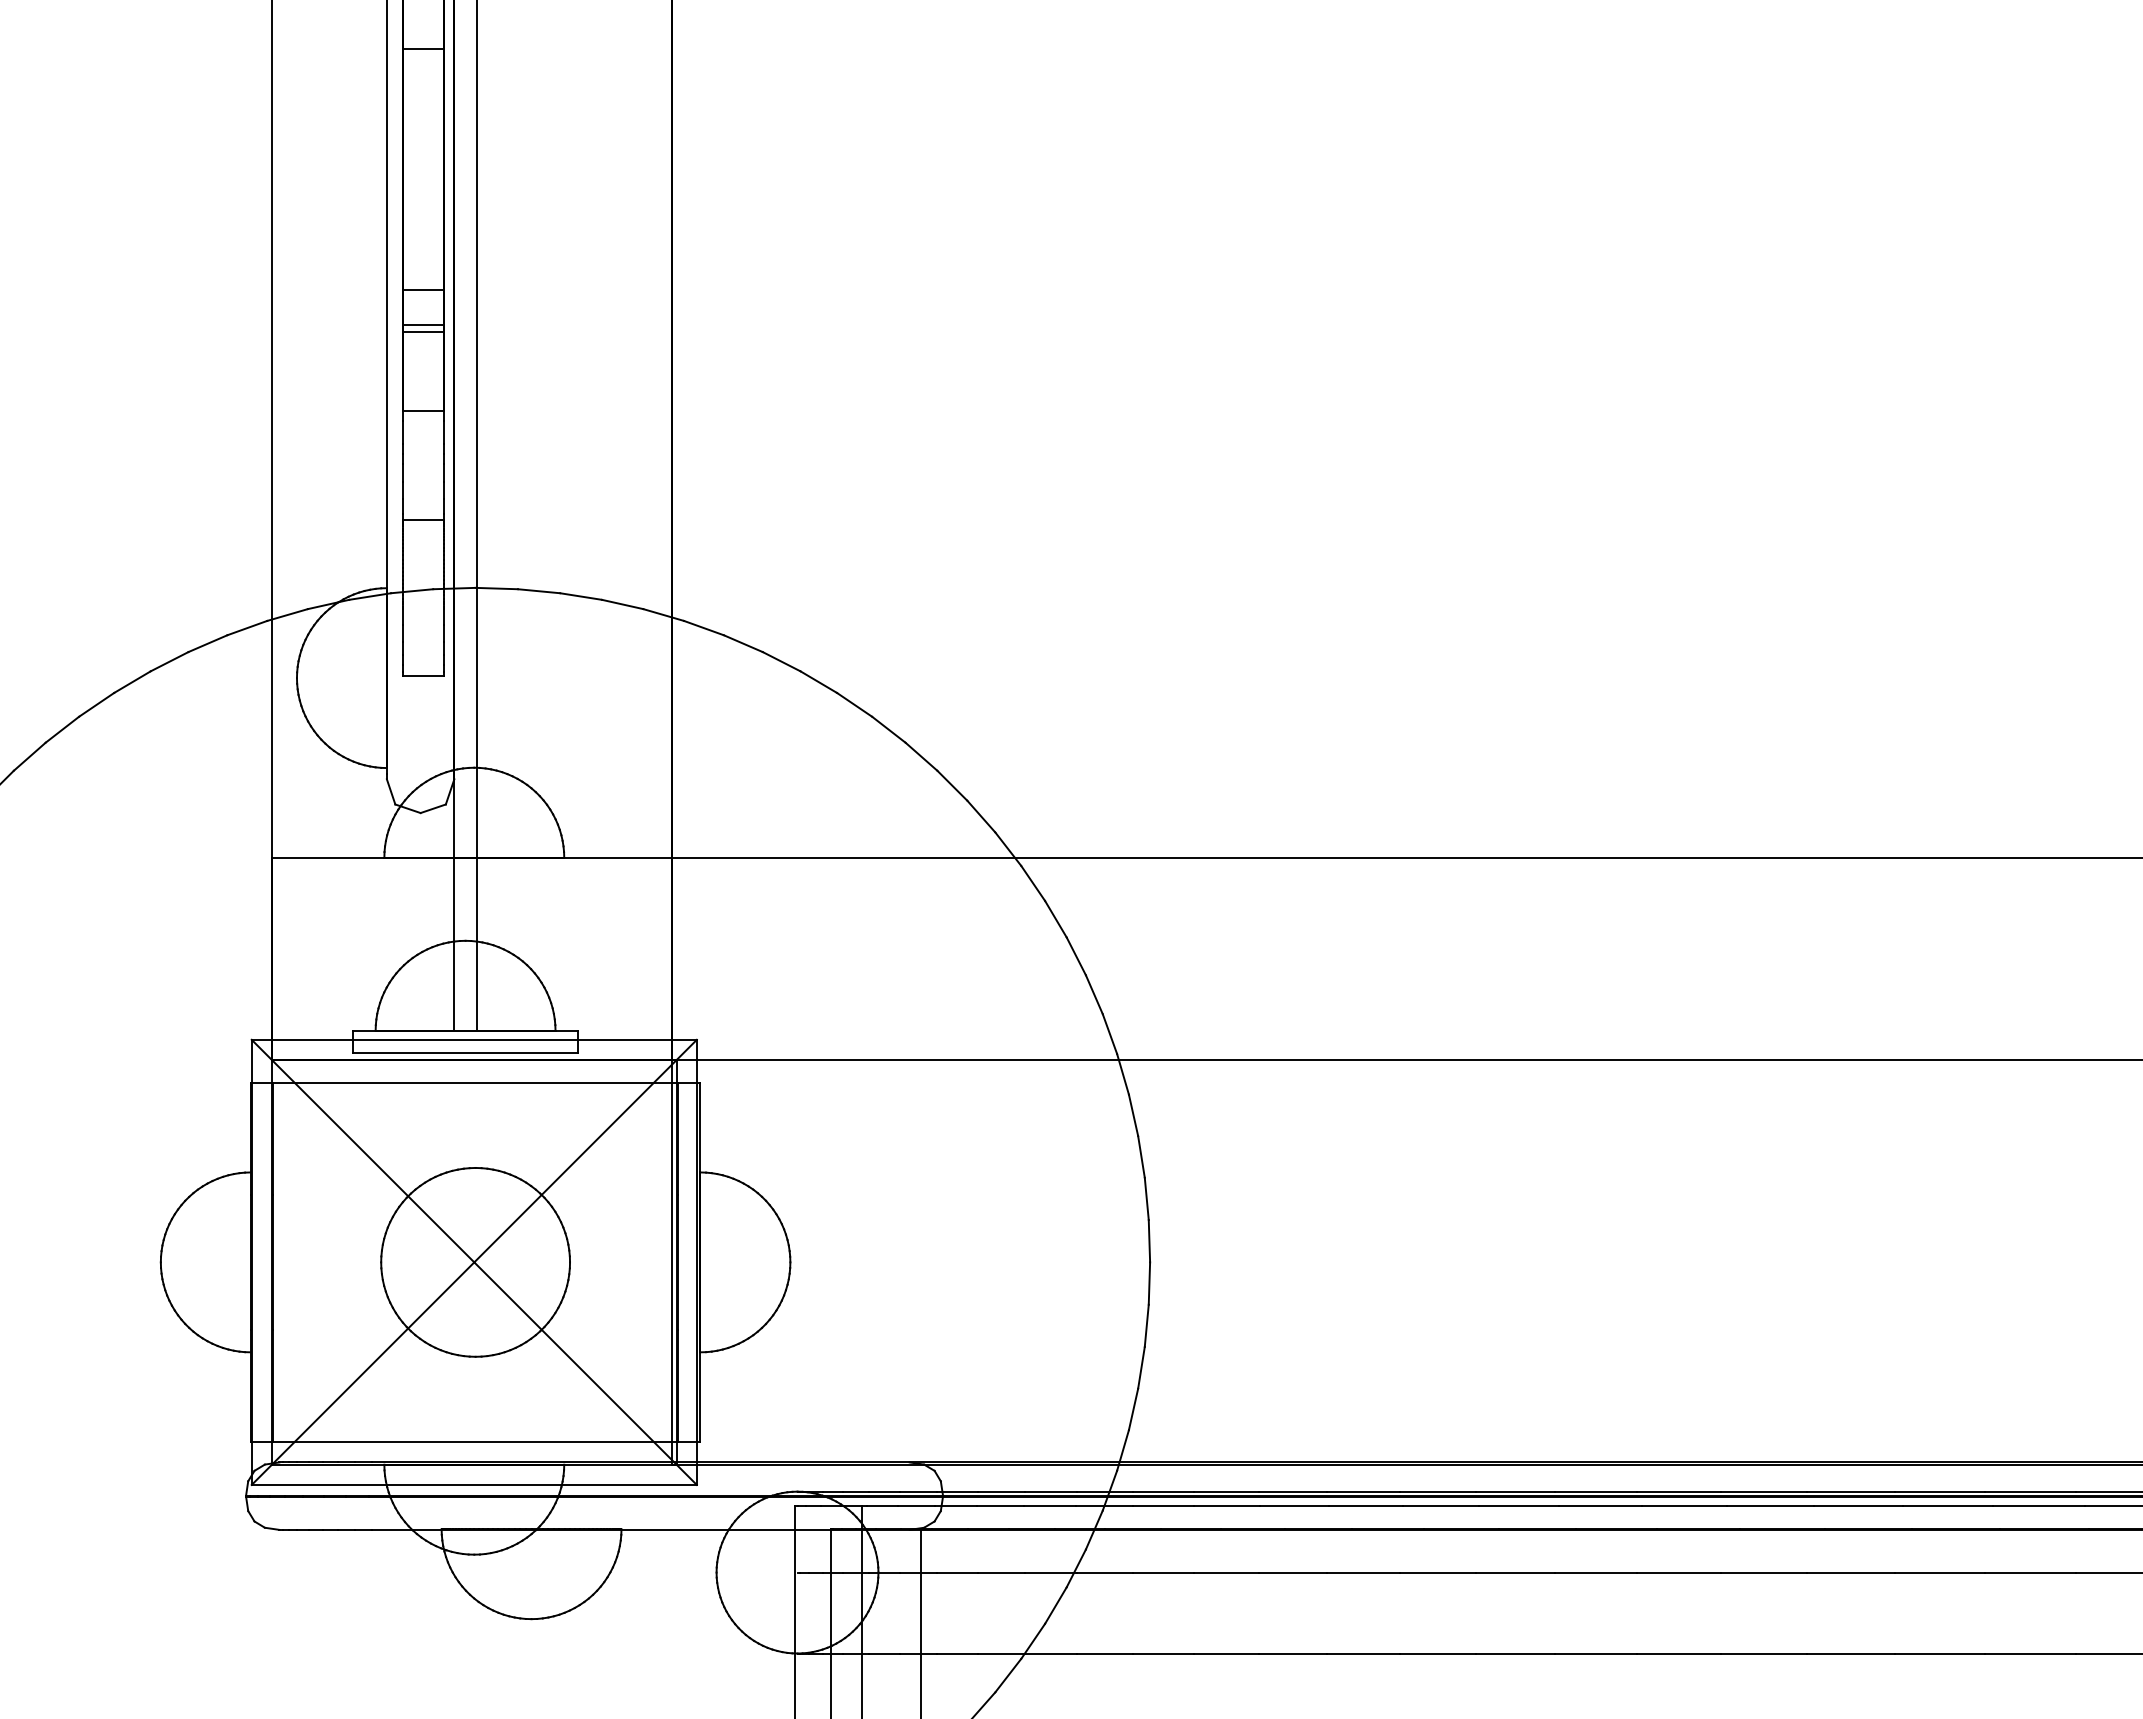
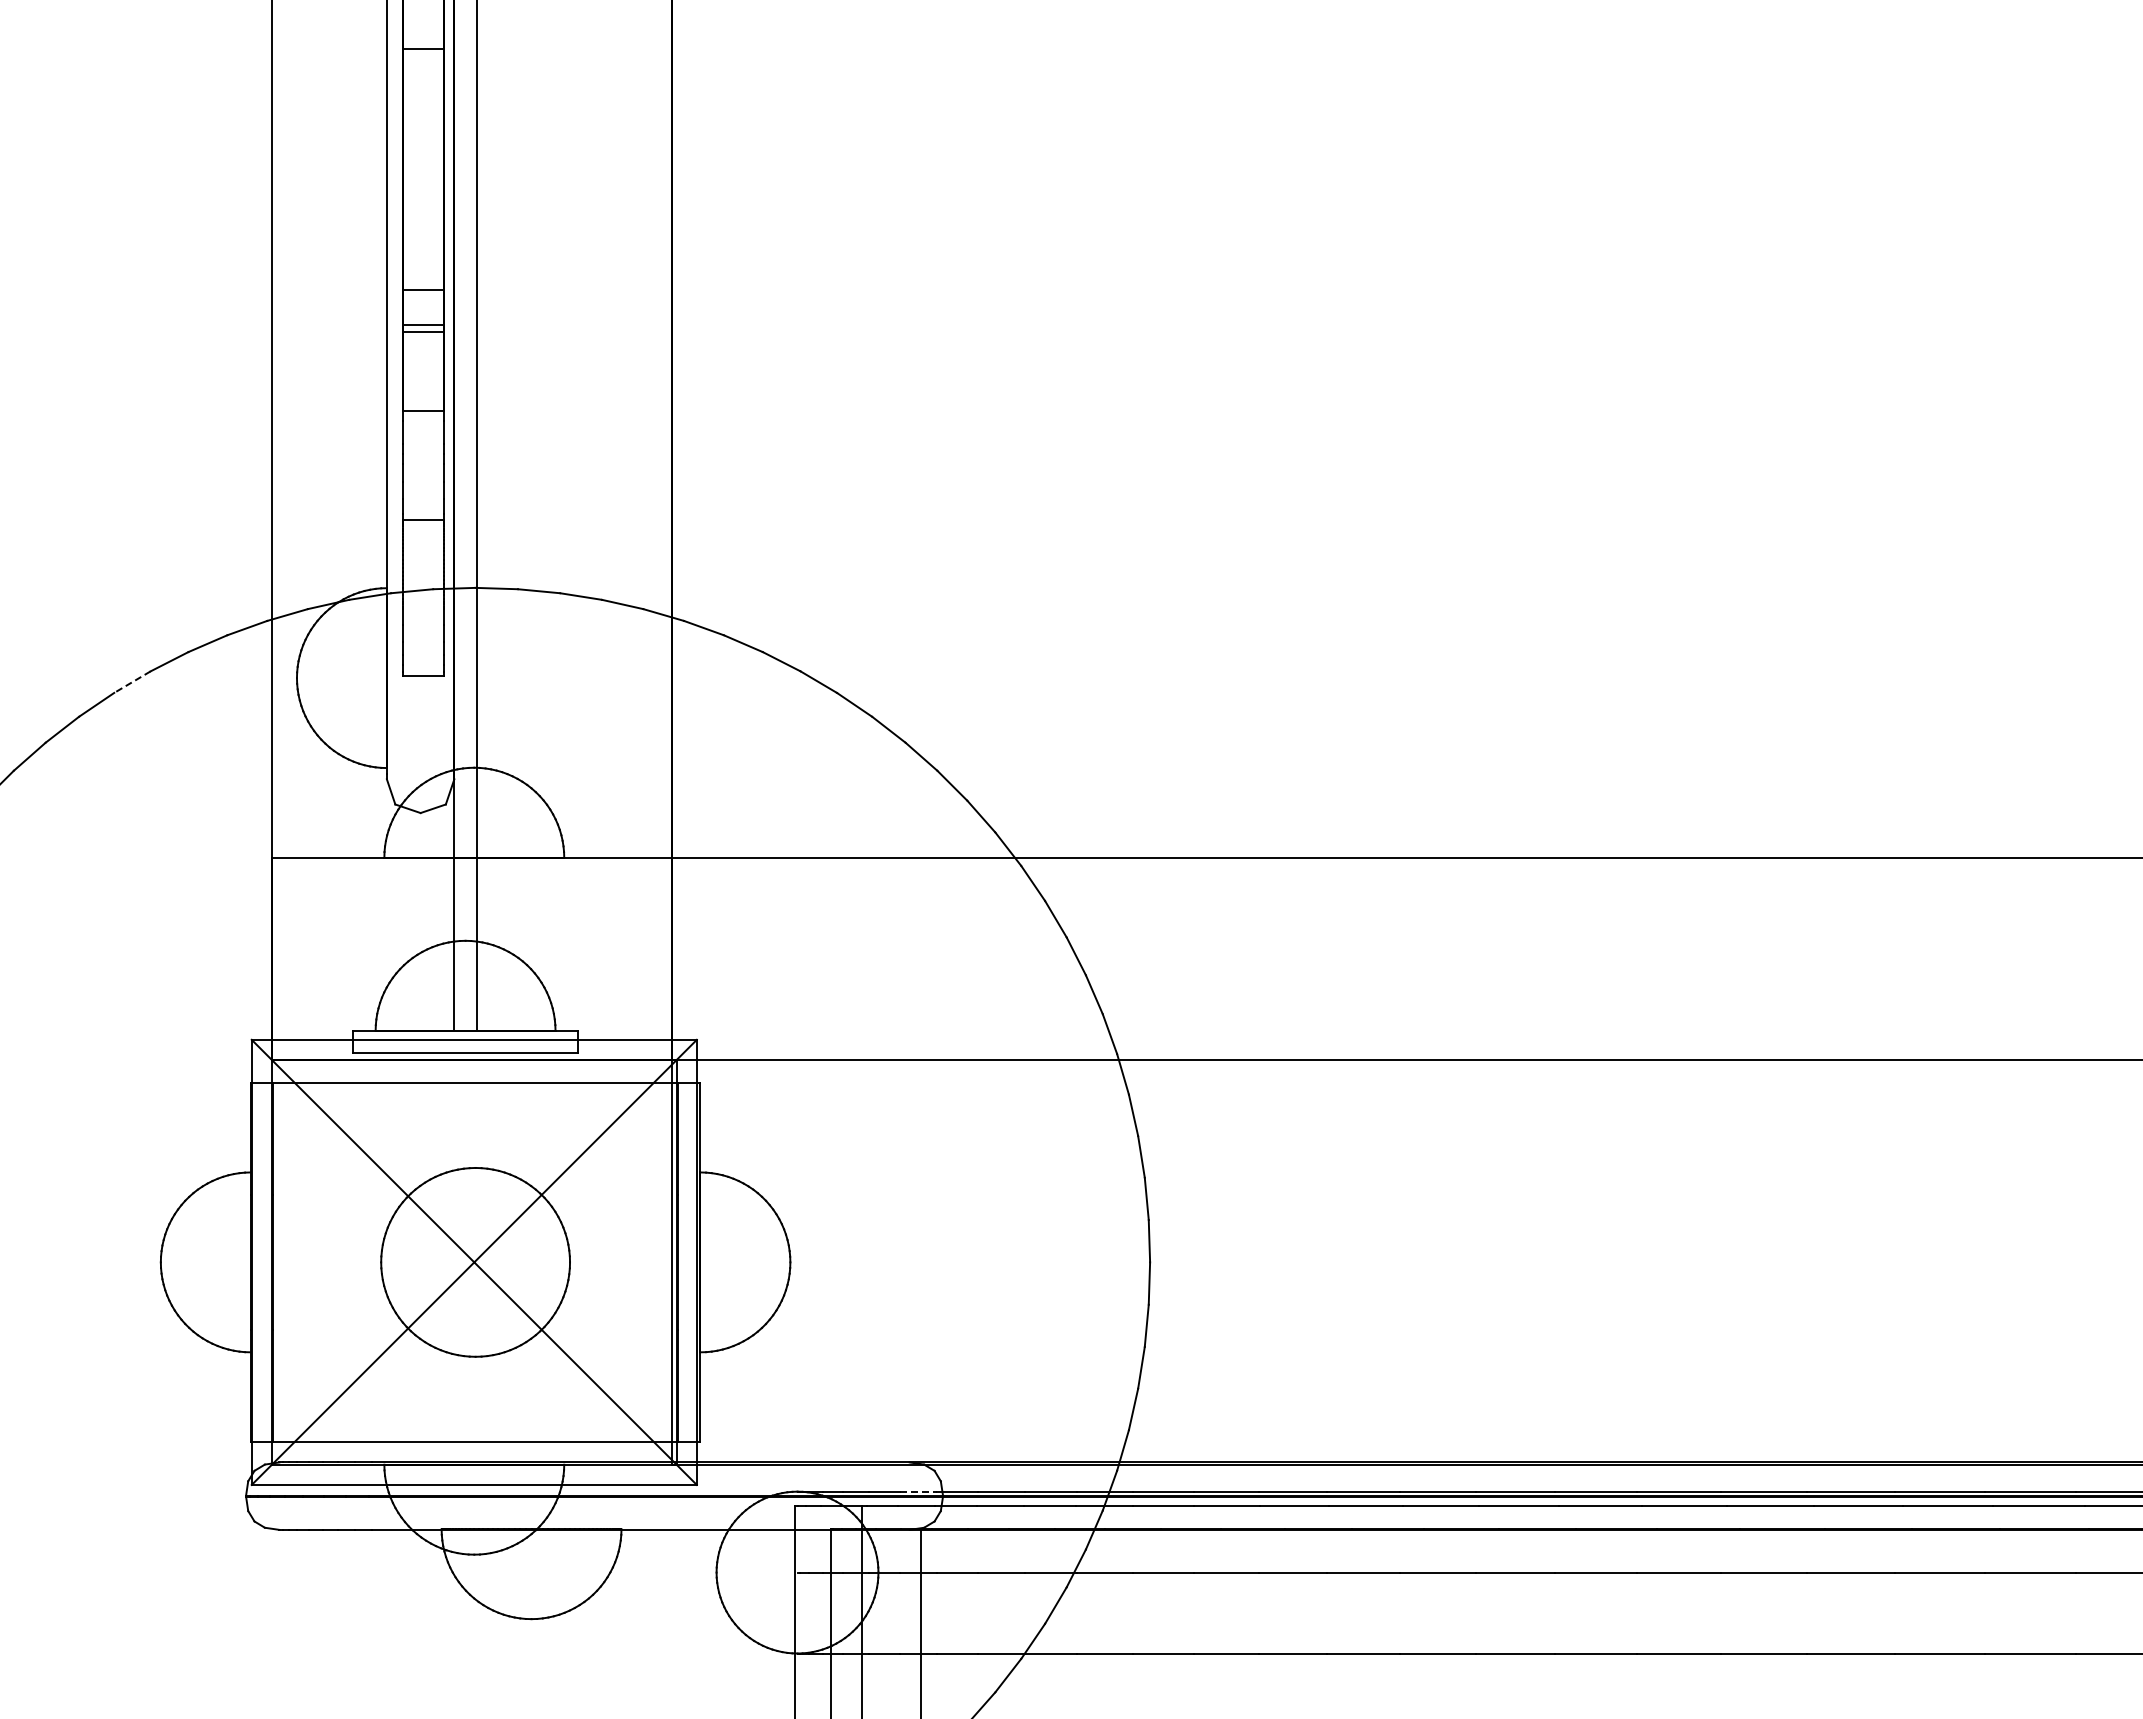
line at (132, 682): solid -> dashed
line at (918, 1491): solid -> dashed
